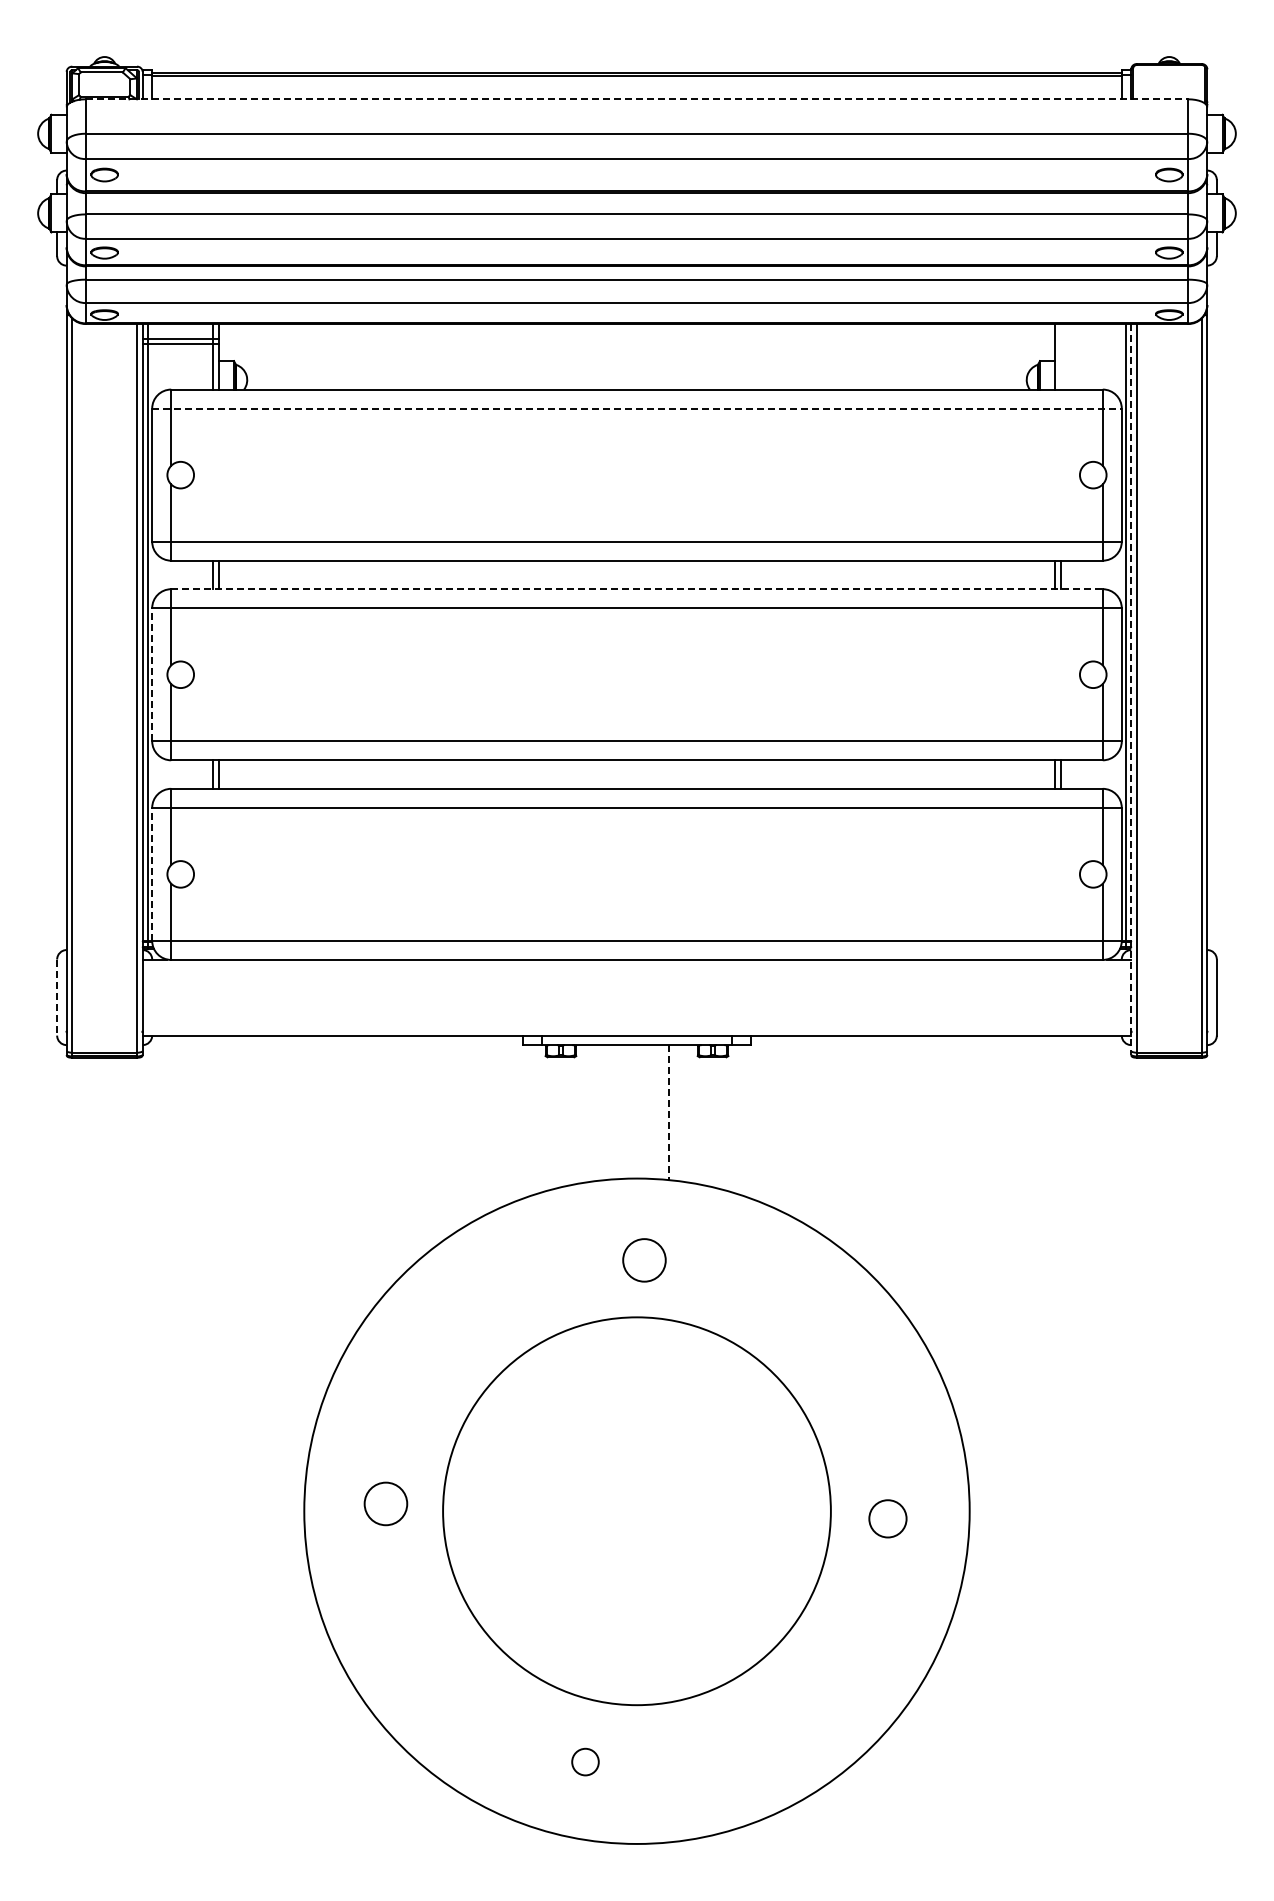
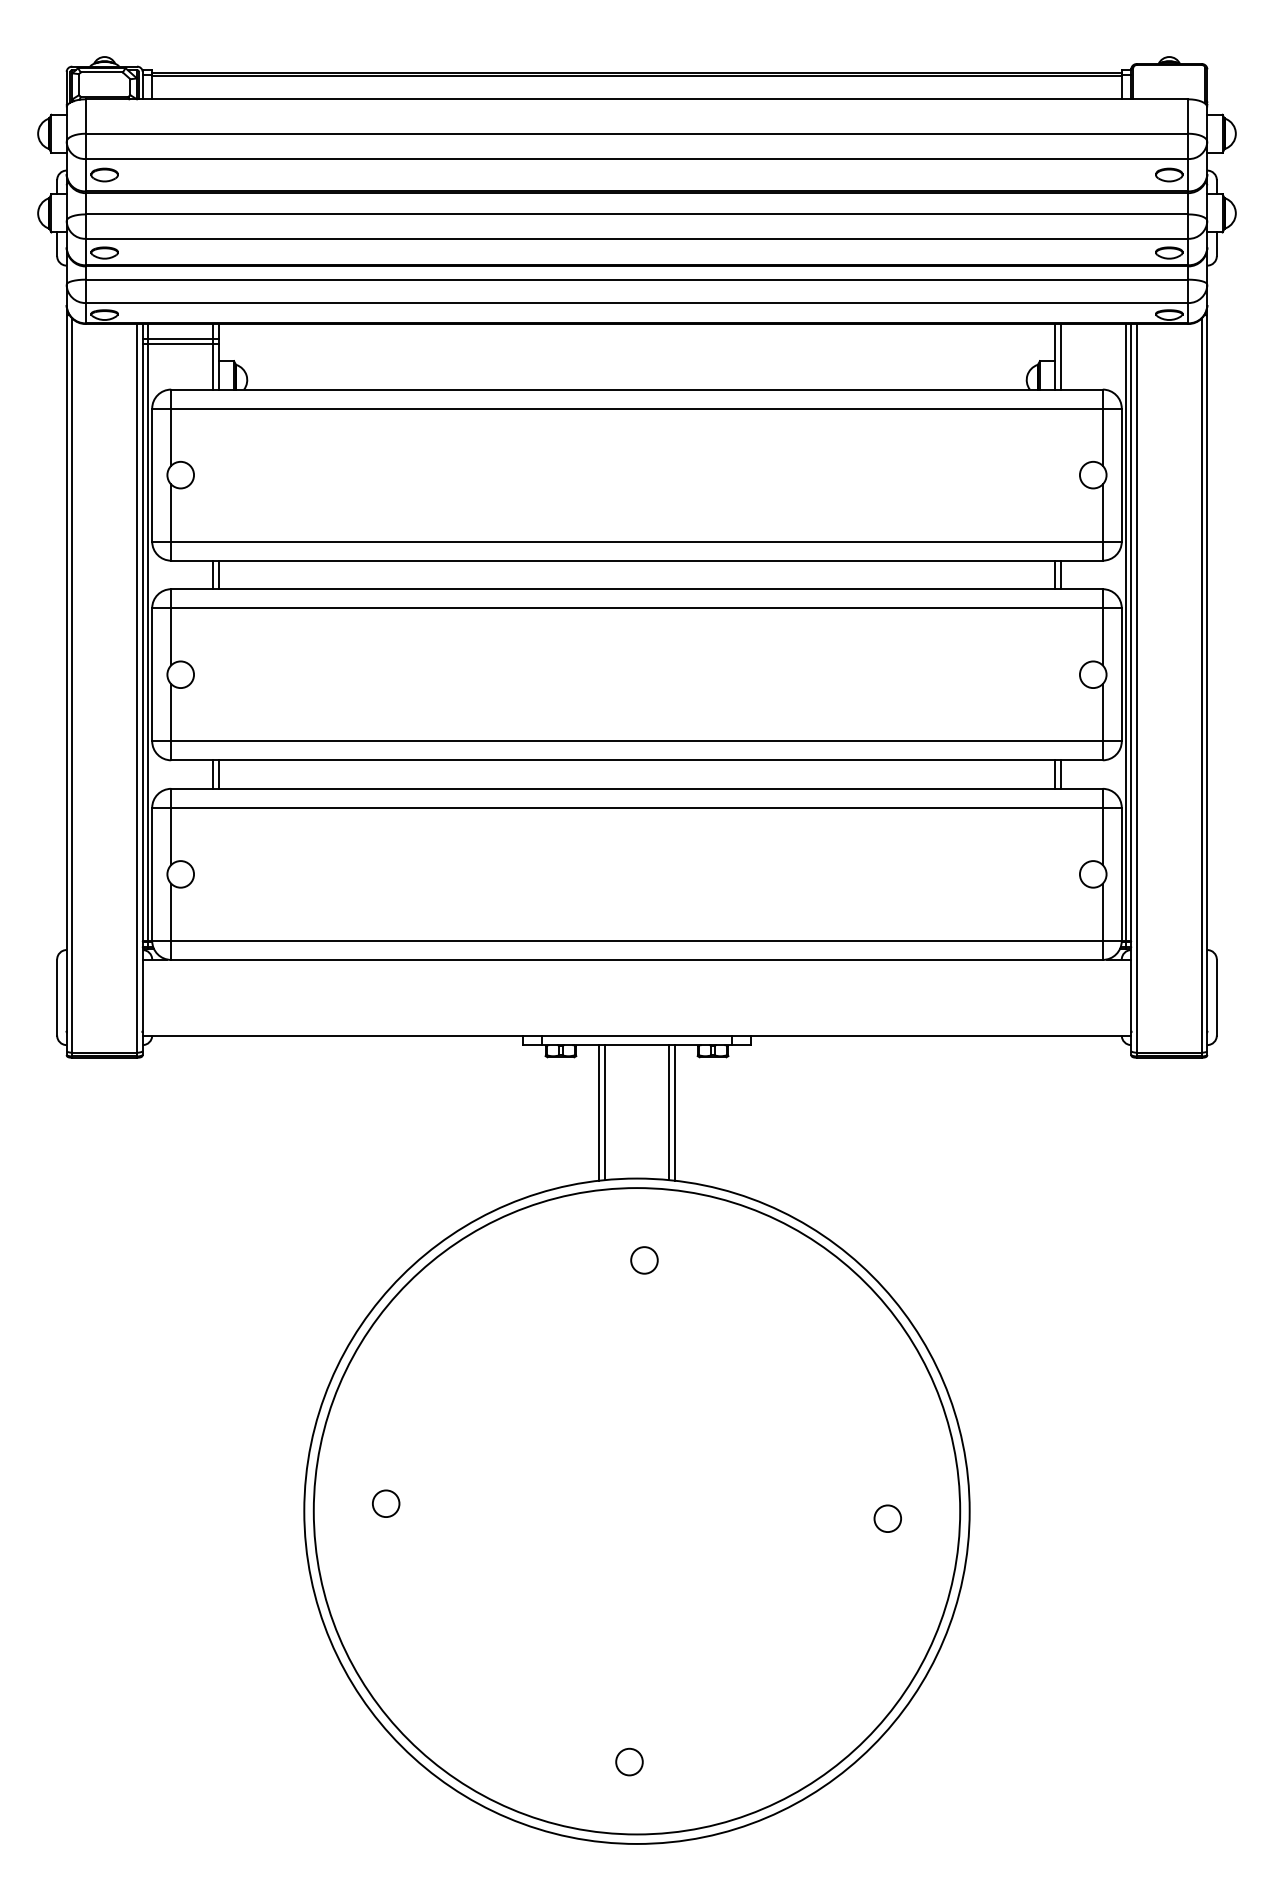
line at (637, 99): dashed -> solid
line at (1060, 356): none -> present
line at (637, 408): dashed -> solid
line at (637, 589): dashed -> solid
line at (152, 674): dashed -> solid
line at (1131, 689): dashed -> solid
line at (152, 874): dashed -> solid
line at (57, 998): dashed -> solid
line at (598, 1112): none -> present
line at (604, 1112): none -> present
line at (669, 1112): dashed -> solid
line at (675, 1112): none -> present
circle at (644, 1260) size: 45x45 px -> 29x29 px
circle at (385, 1503) size: 46x46 px -> 29x29 px
circle at (636, 1511) diameter: 388 px -> 646 px
circle at (887, 1518) size: 40x40 px -> 29x29 px
circle at (585, 1761) position: (585, 1761) -> (629, 1761)
